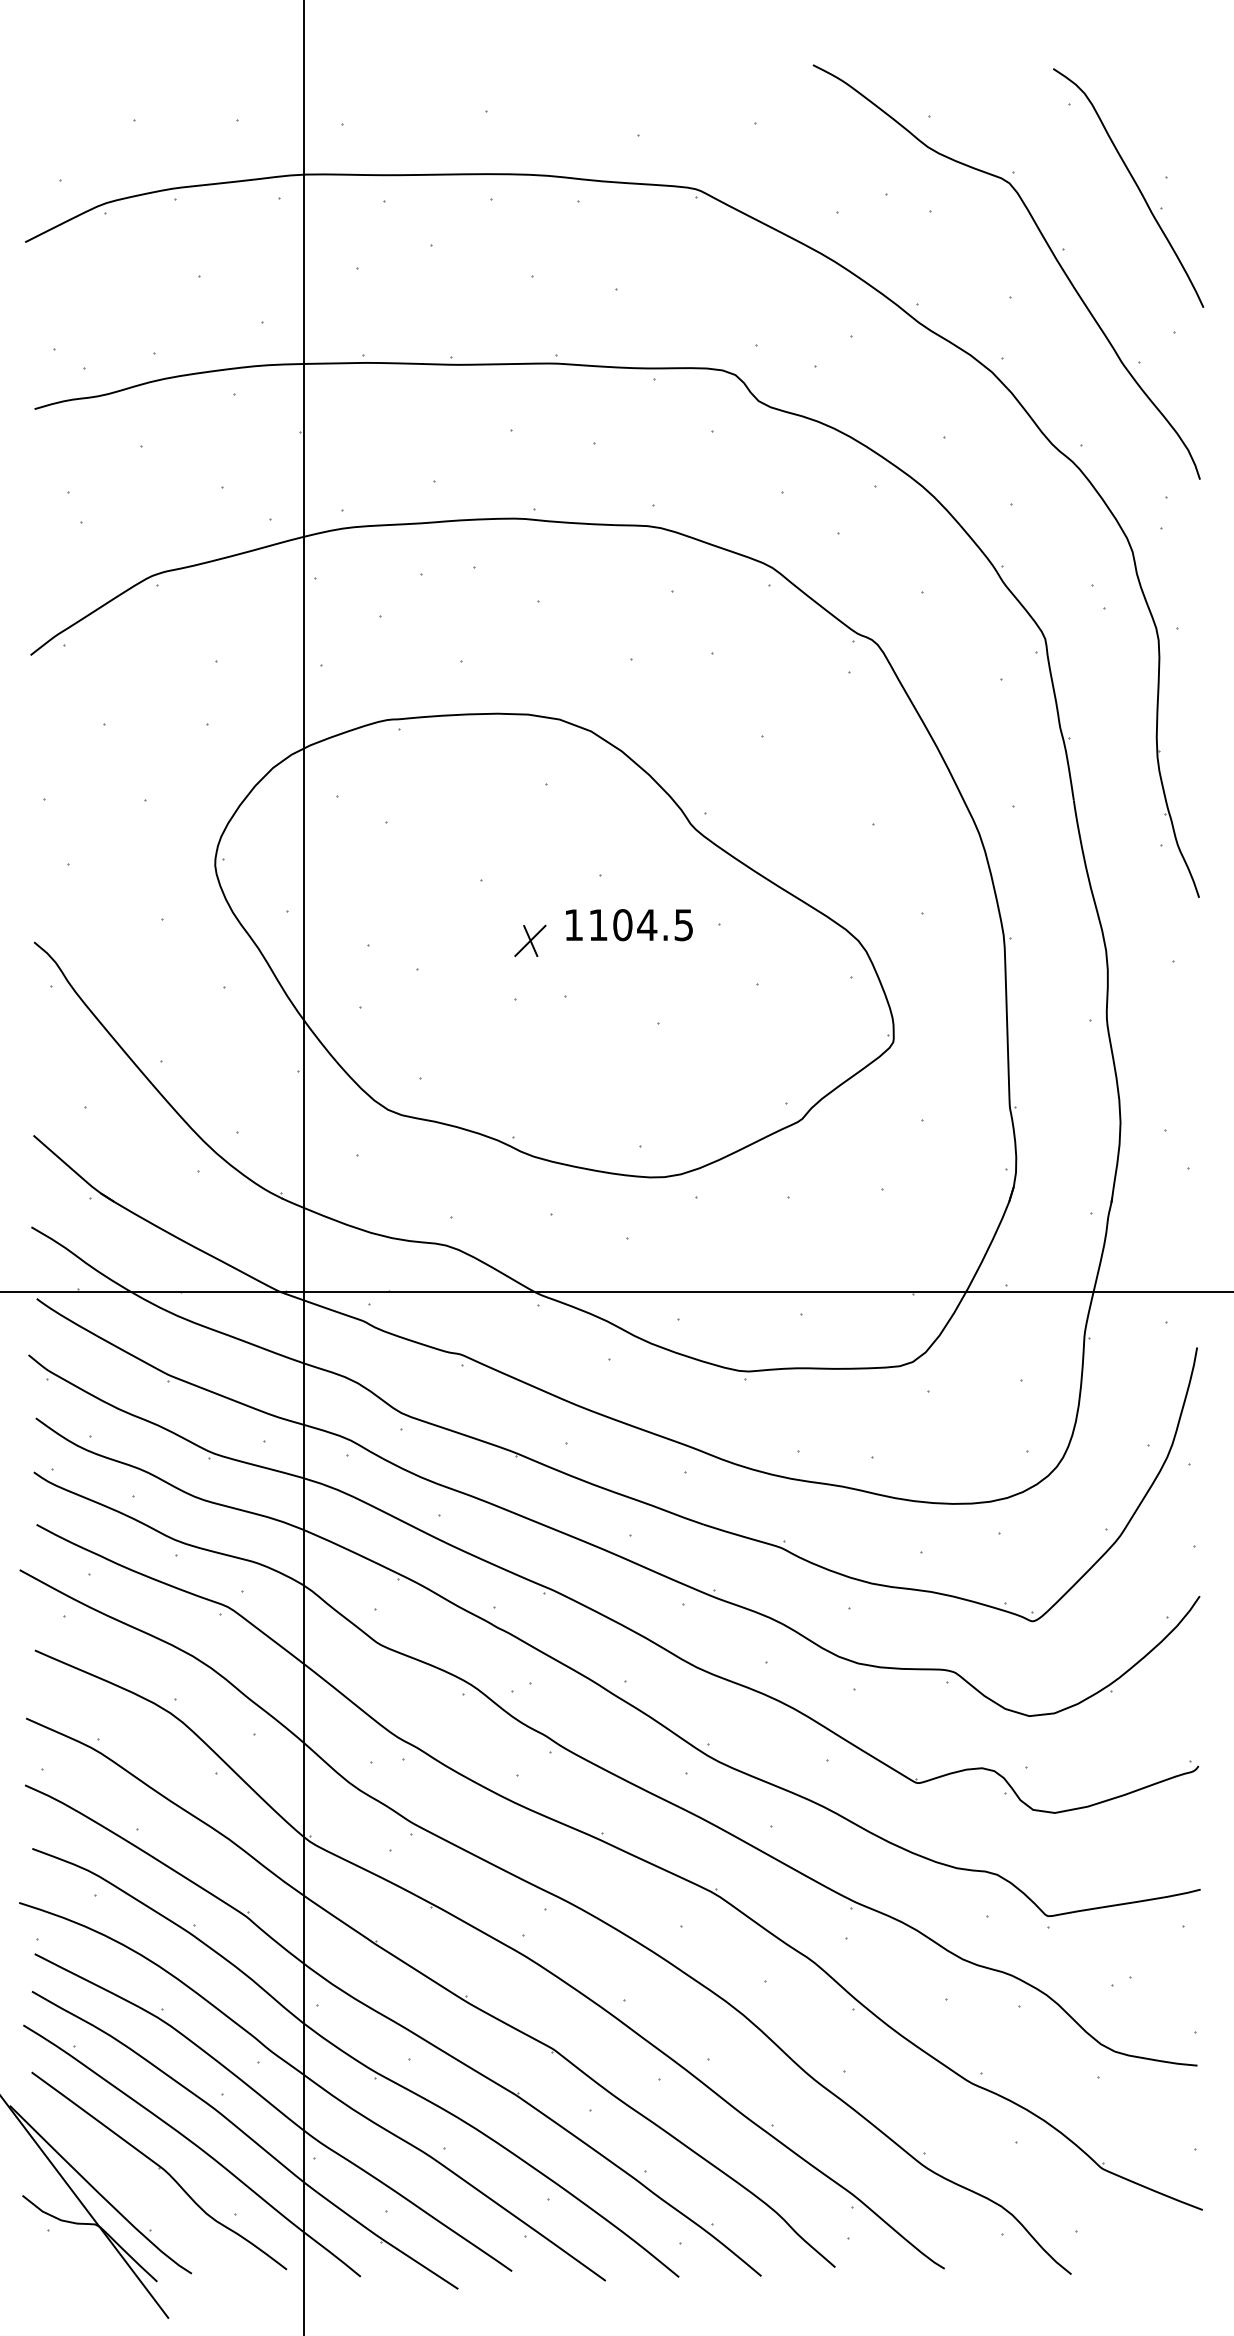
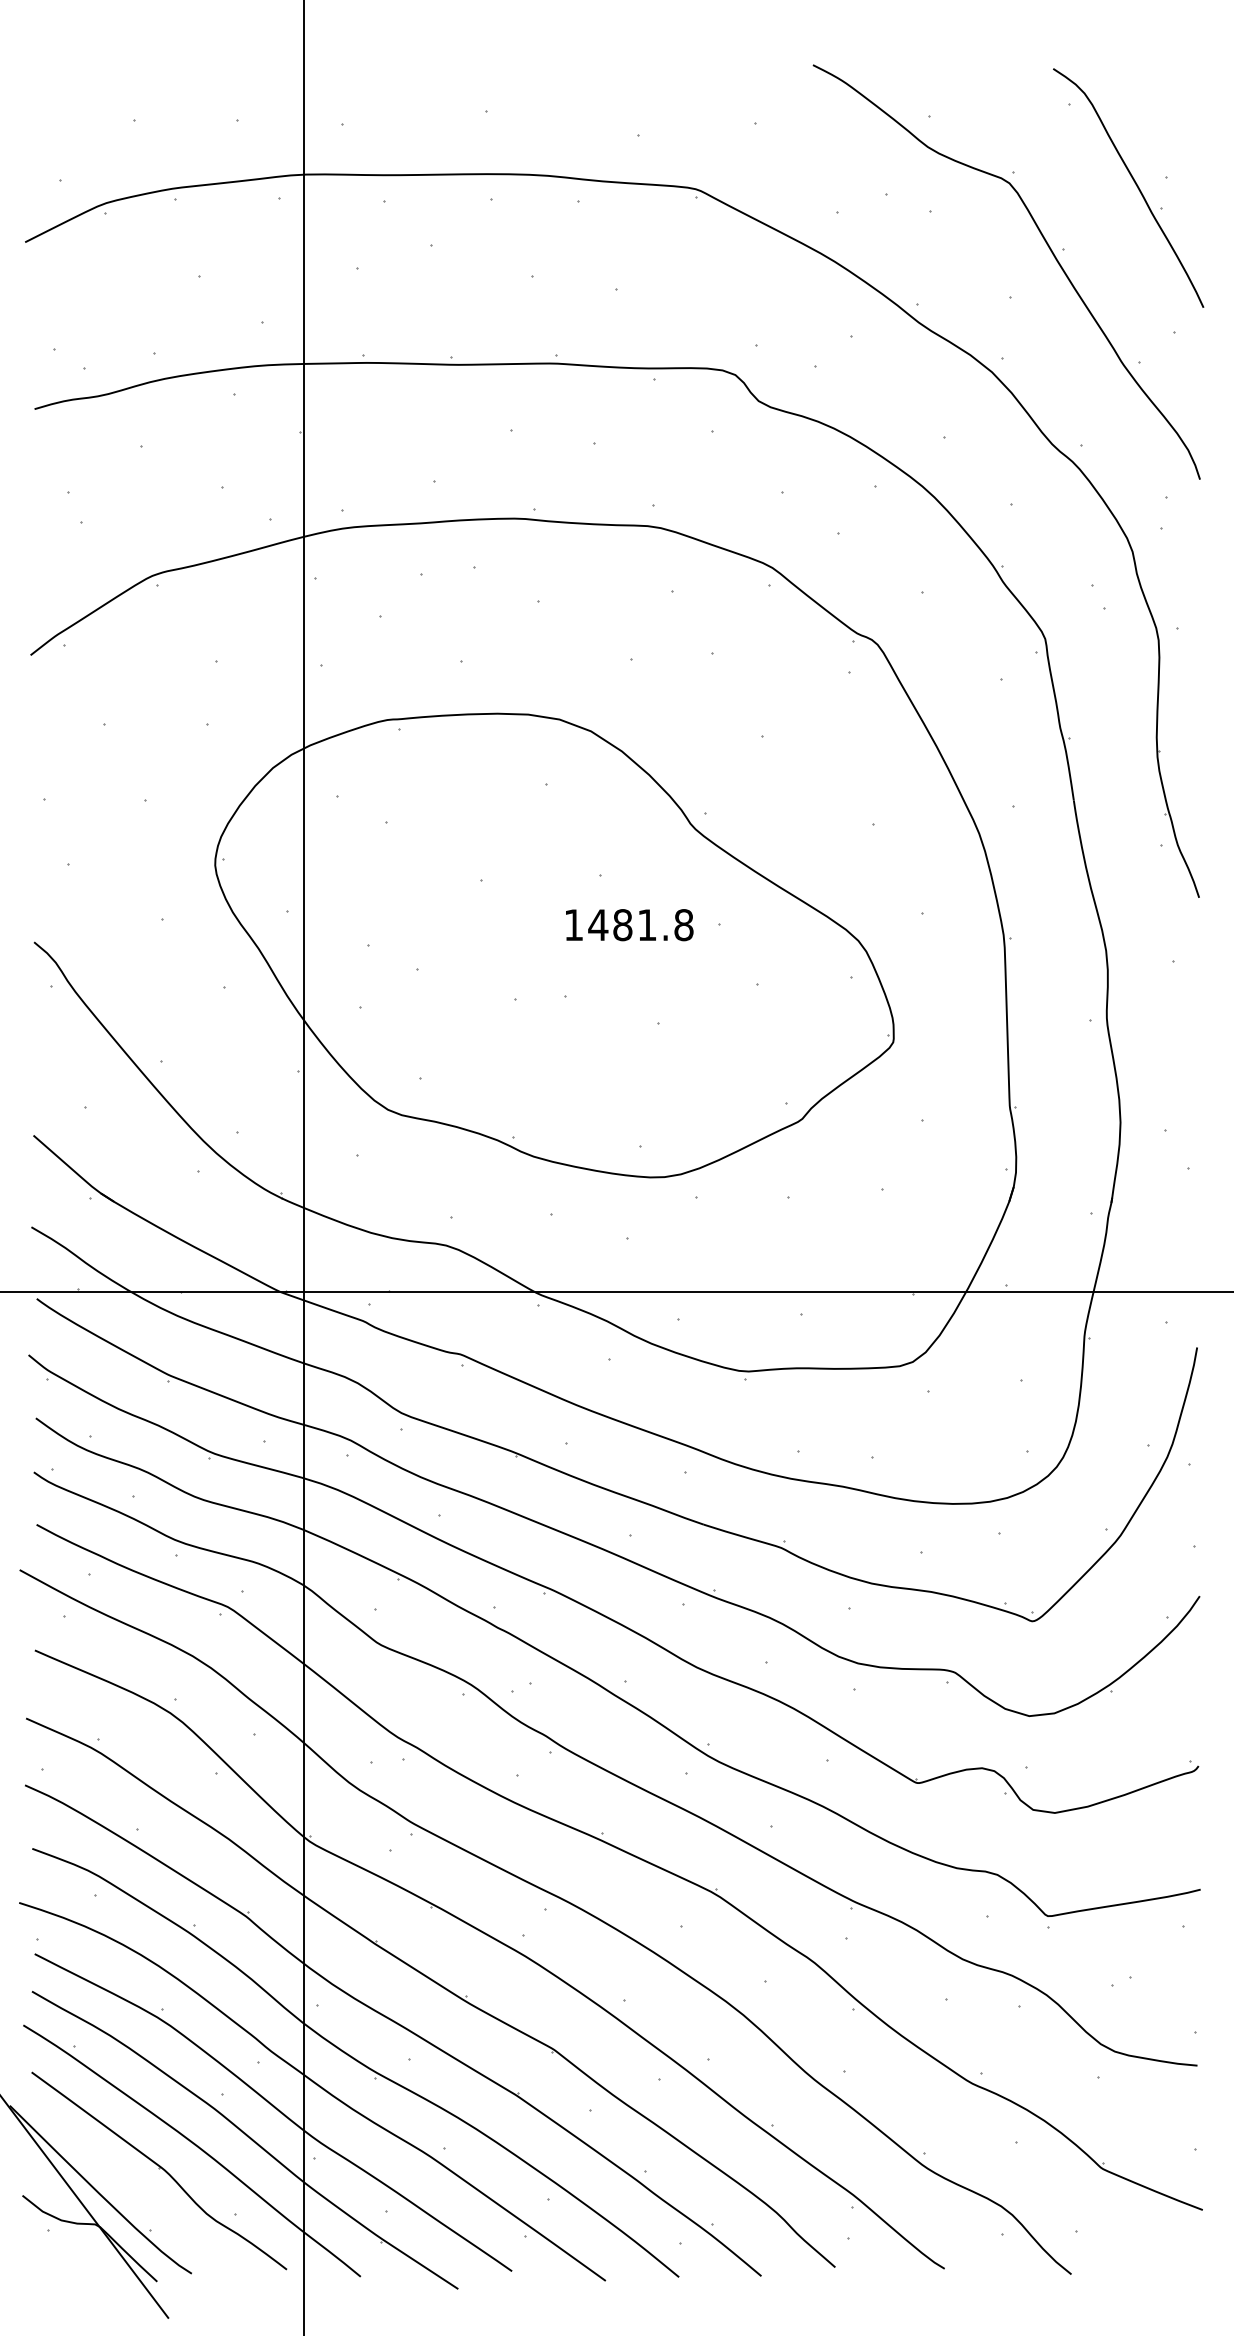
text at (640, 925): 1104.5 -> 1481.8
part at (530, 940): present -> none
